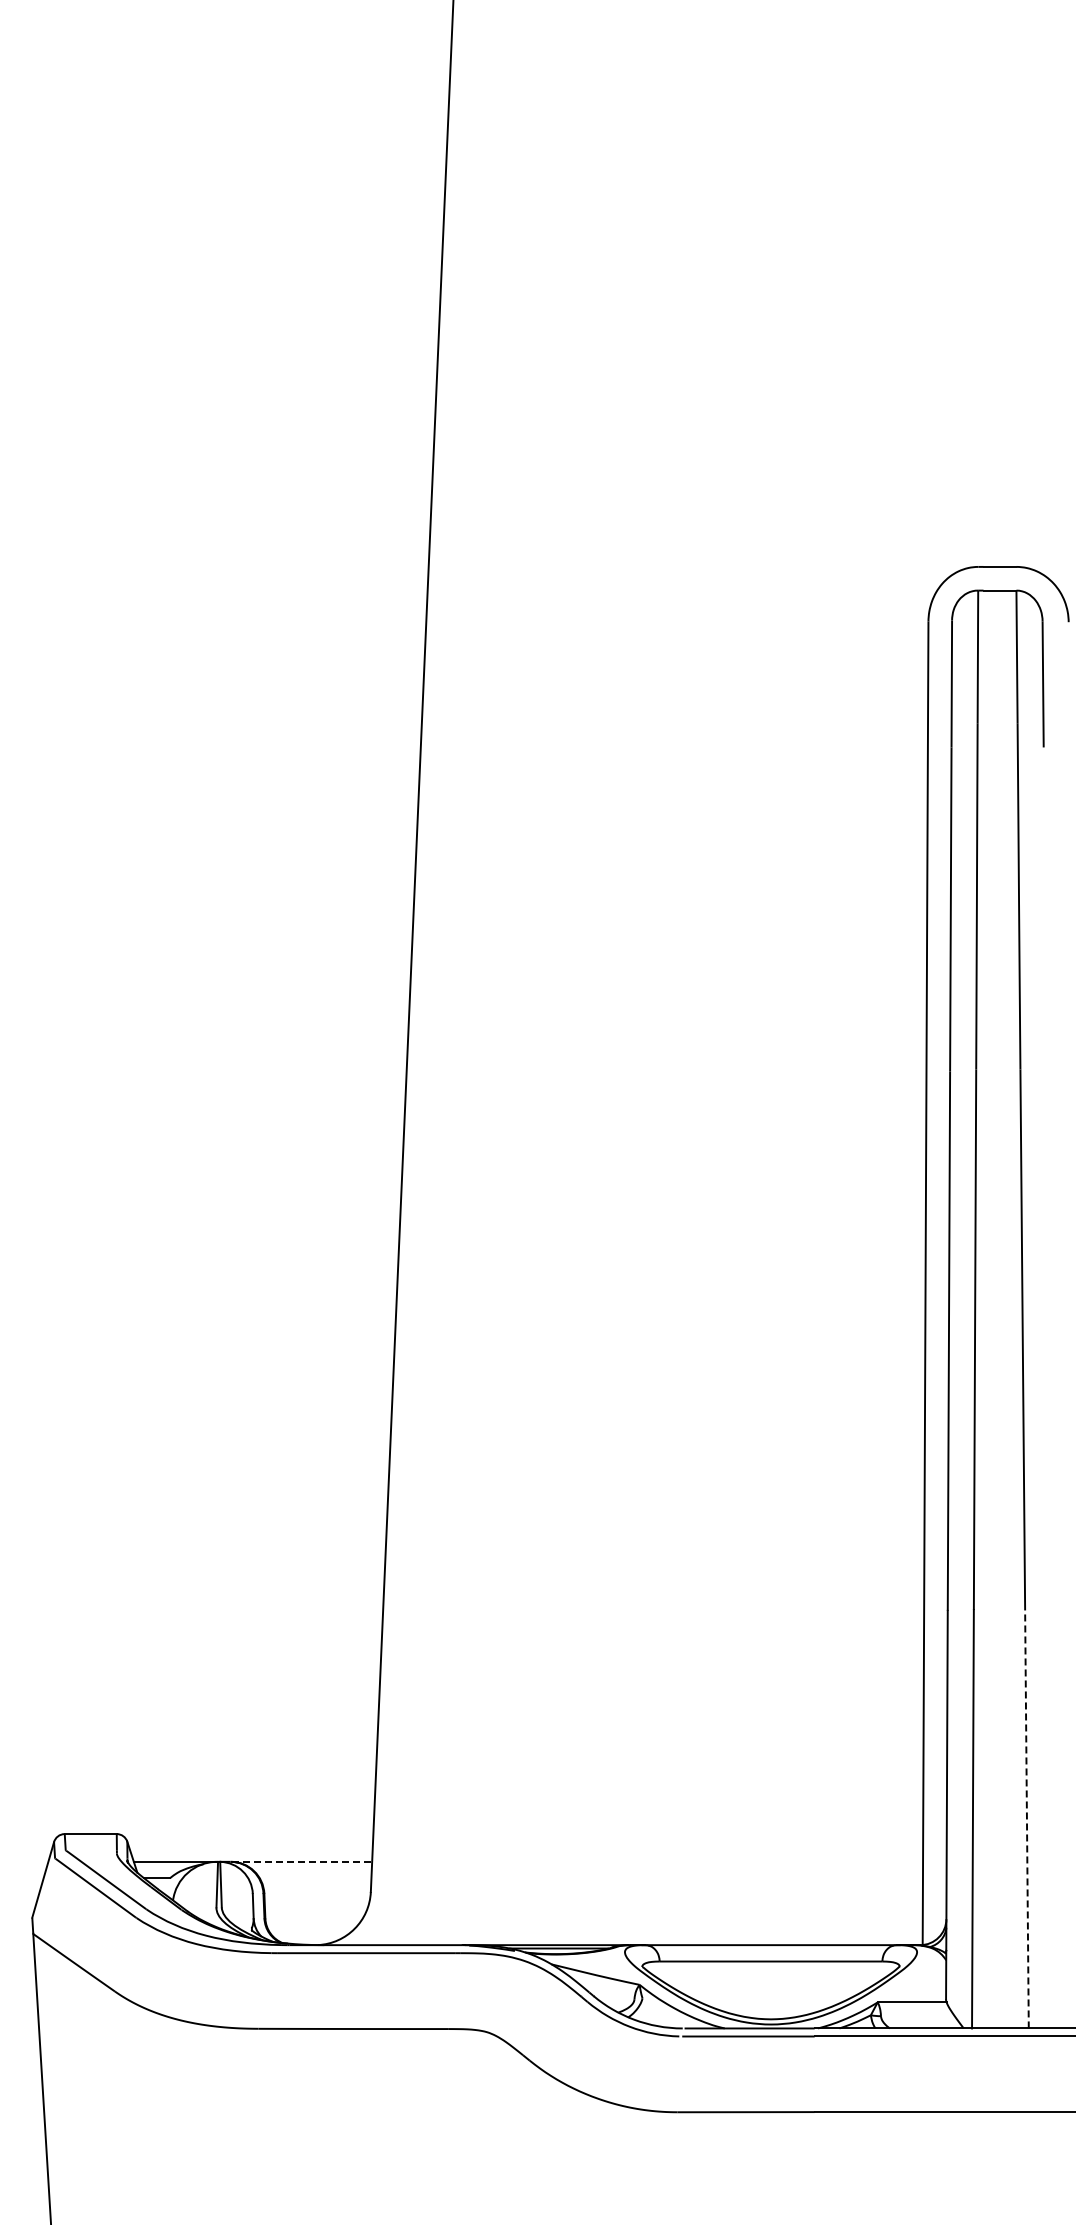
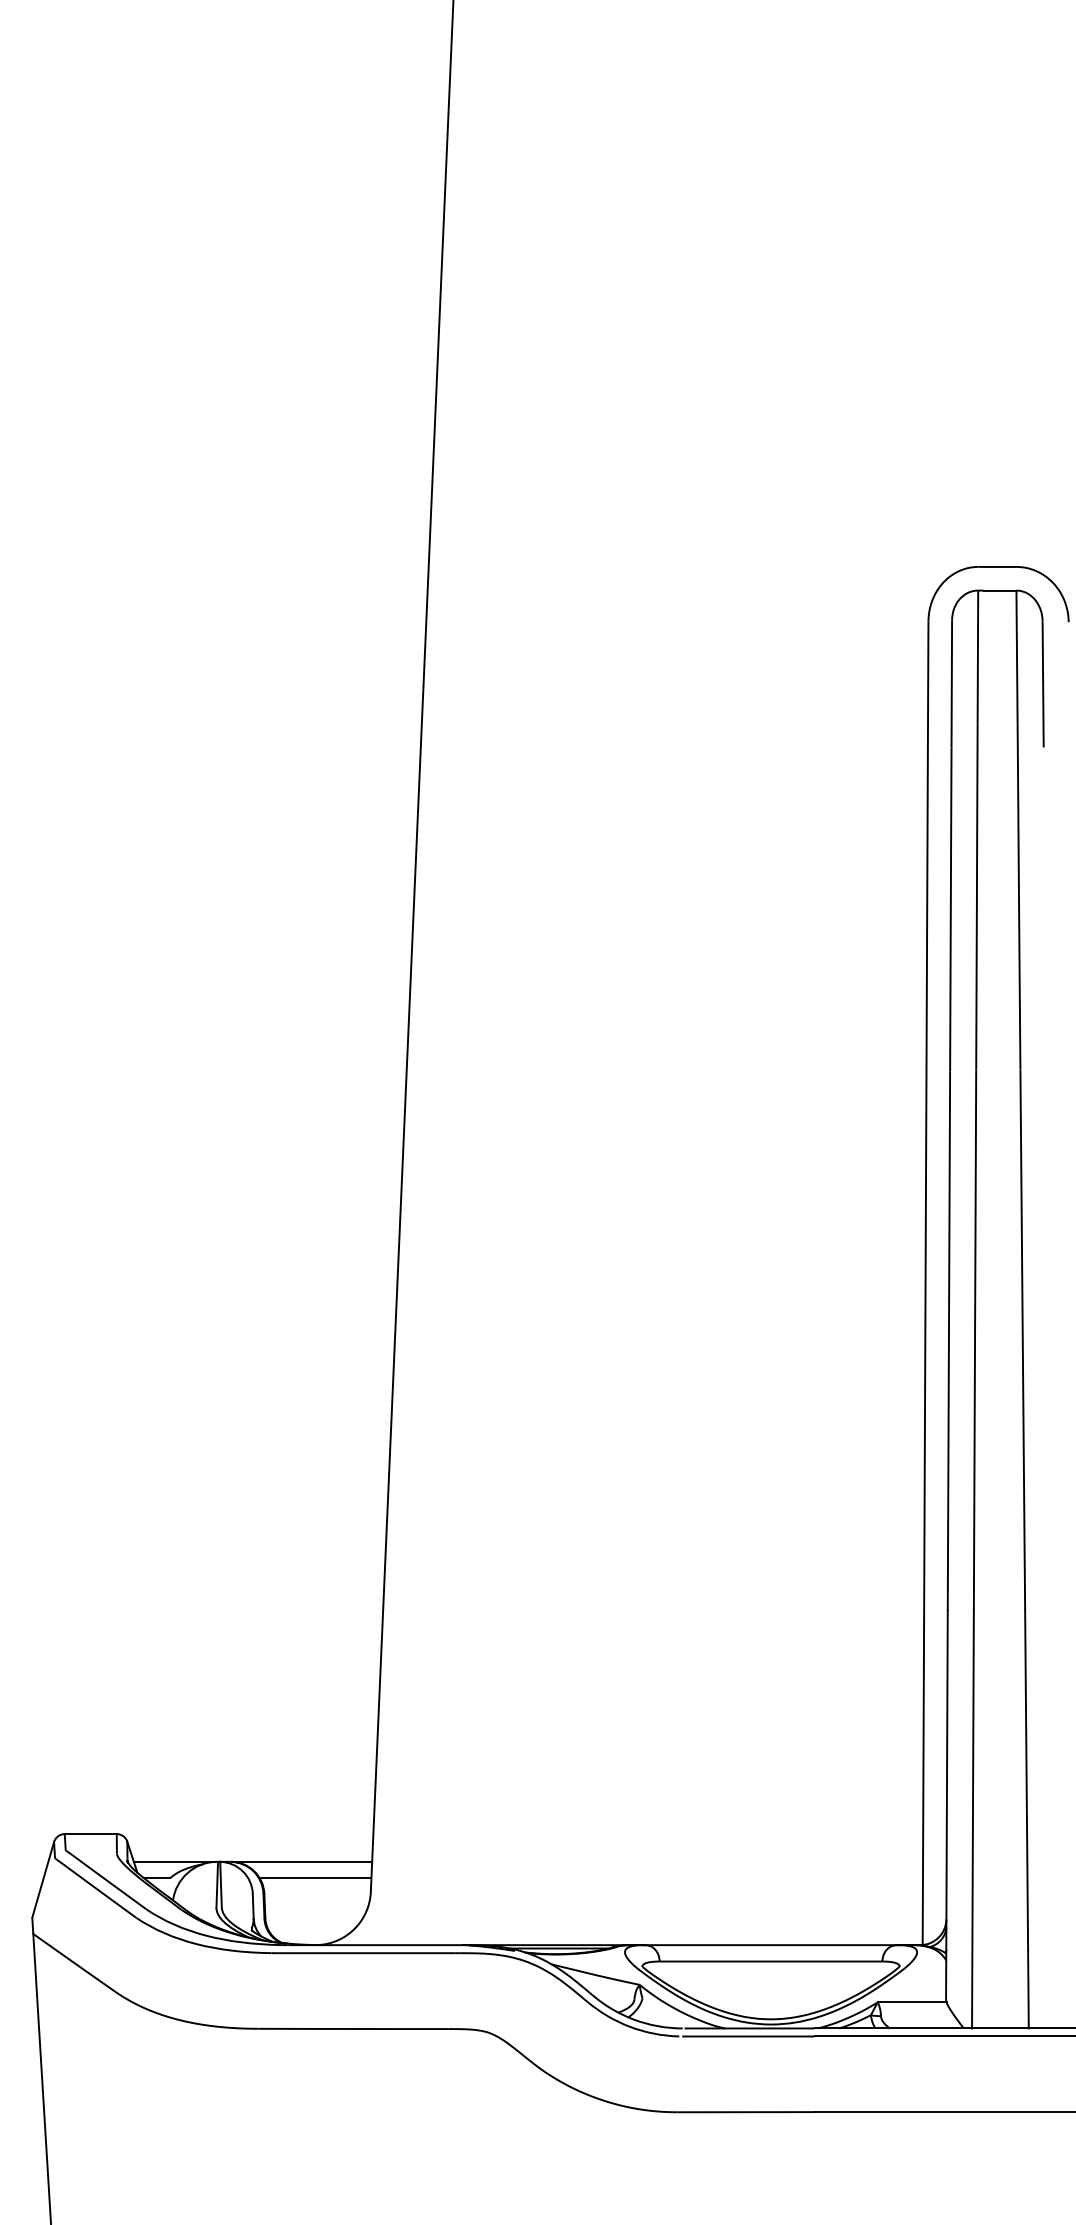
line at (1026, 1818): dashed -> solid
line at (302, 1861): dashed -> solid
line at (314, 1877): none -> present
